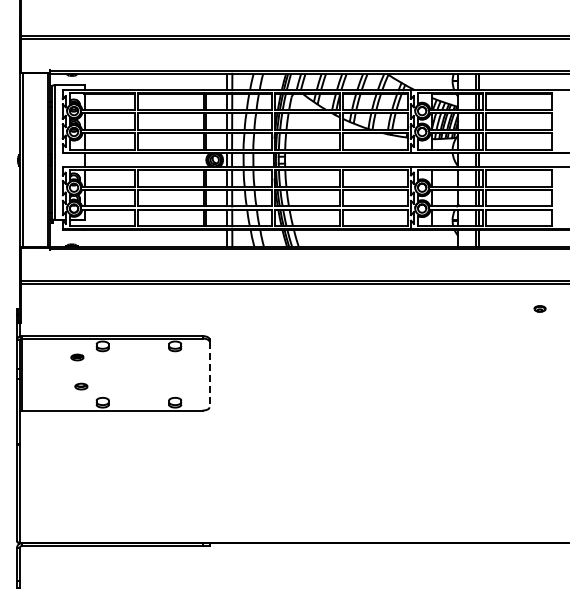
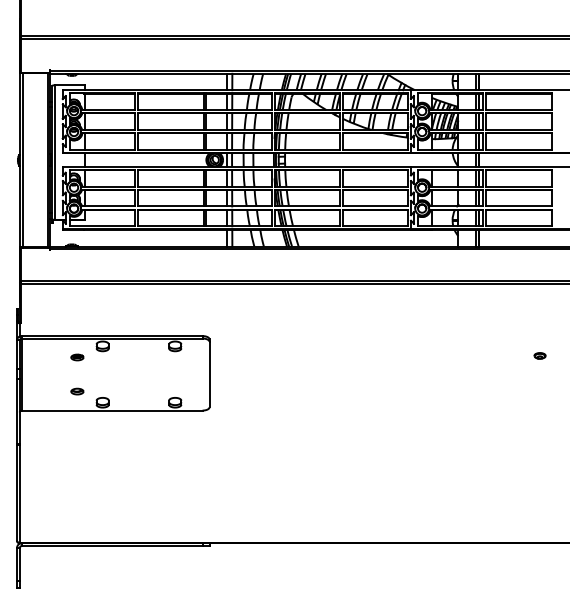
part at (539, 308) position: (539, 308) -> (539, 355)
line at (209, 374): dashed -> solid
part at (81, 386) position: (81, 386) -> (77, 391)
